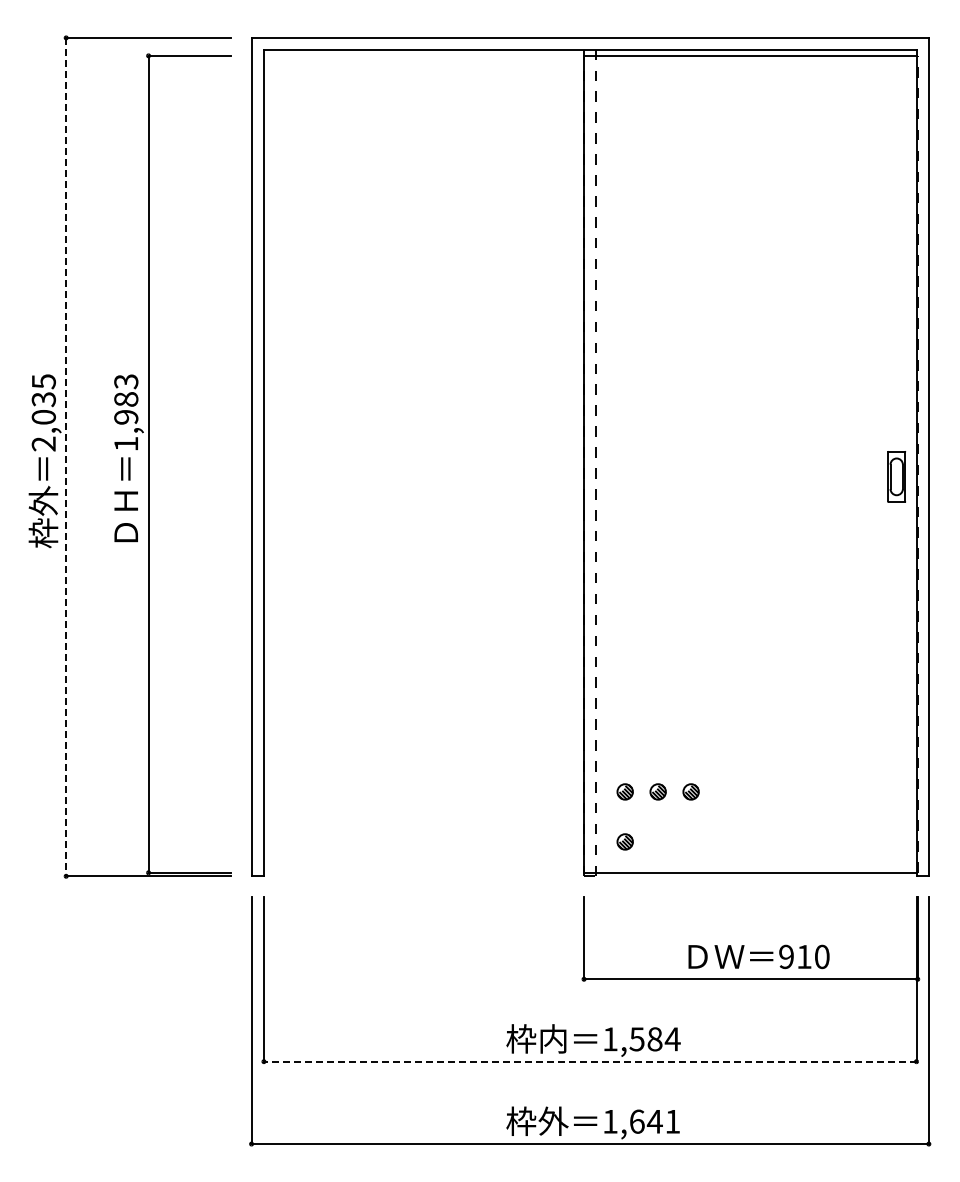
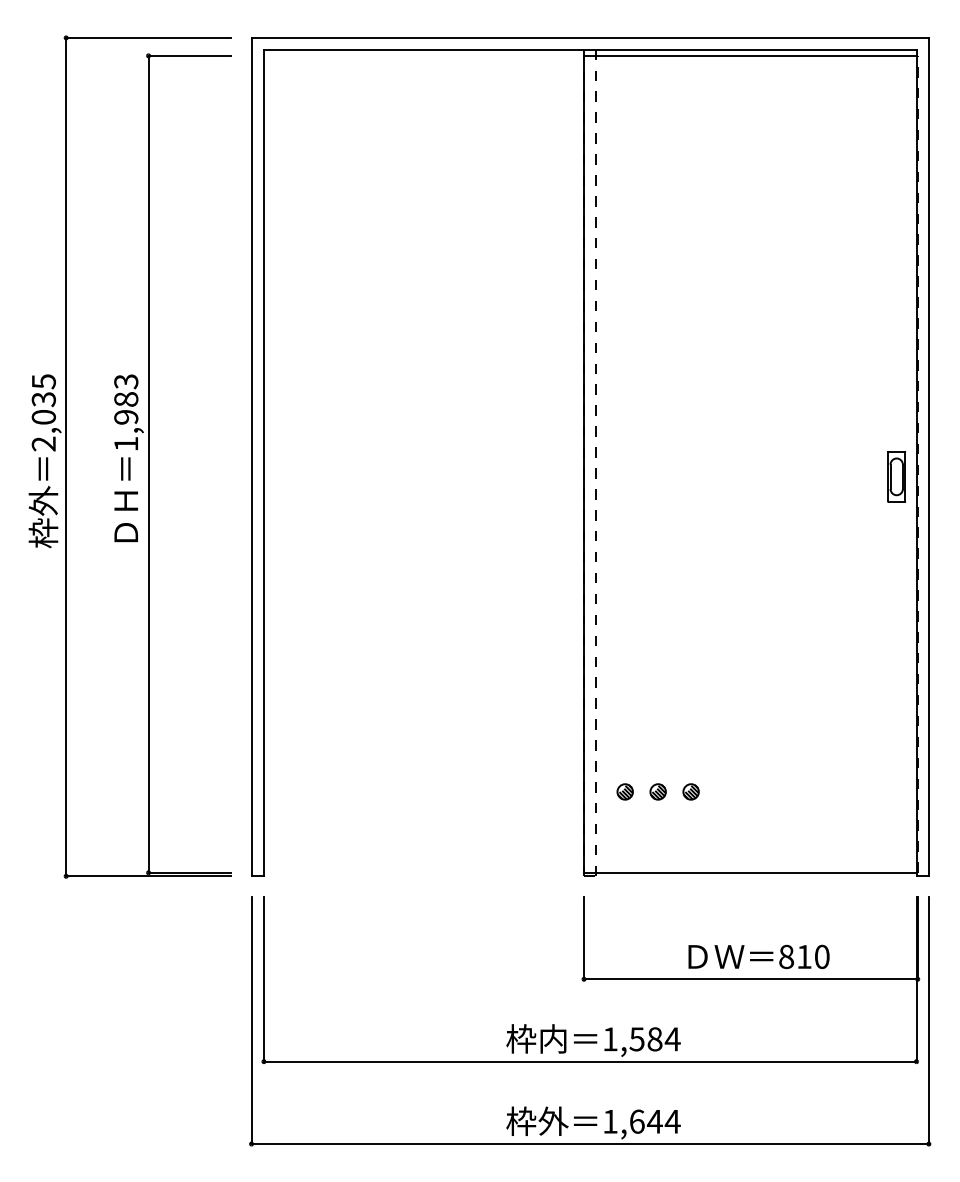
line at (66, 457): dashed -> solid
part at (624, 841): present -> none
text at (786, 956): 910 -> 810
line at (589, 1061): dashed -> solid
text at (672, 1121): 1,641 -> 1,644
